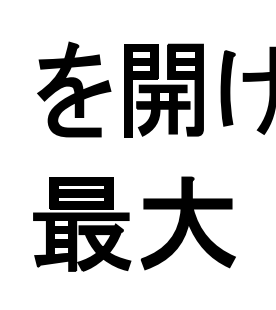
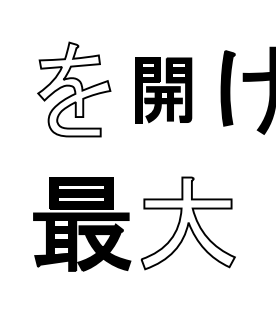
fill at (74, 89): present -> none
part at (163, 90) size: 80x95 px -> 58x67 px
fill at (187, 223): present -> none
